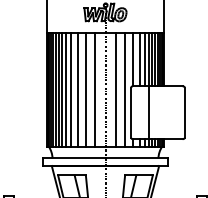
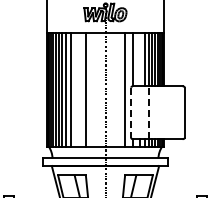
line at (139, 59): present -> none
line at (77, 89): present -> none
line at (94, 89): present -> none
line at (116, 89): present -> none
line at (148, 112): solid -> dashed
line at (131, 113): solid -> dashed
